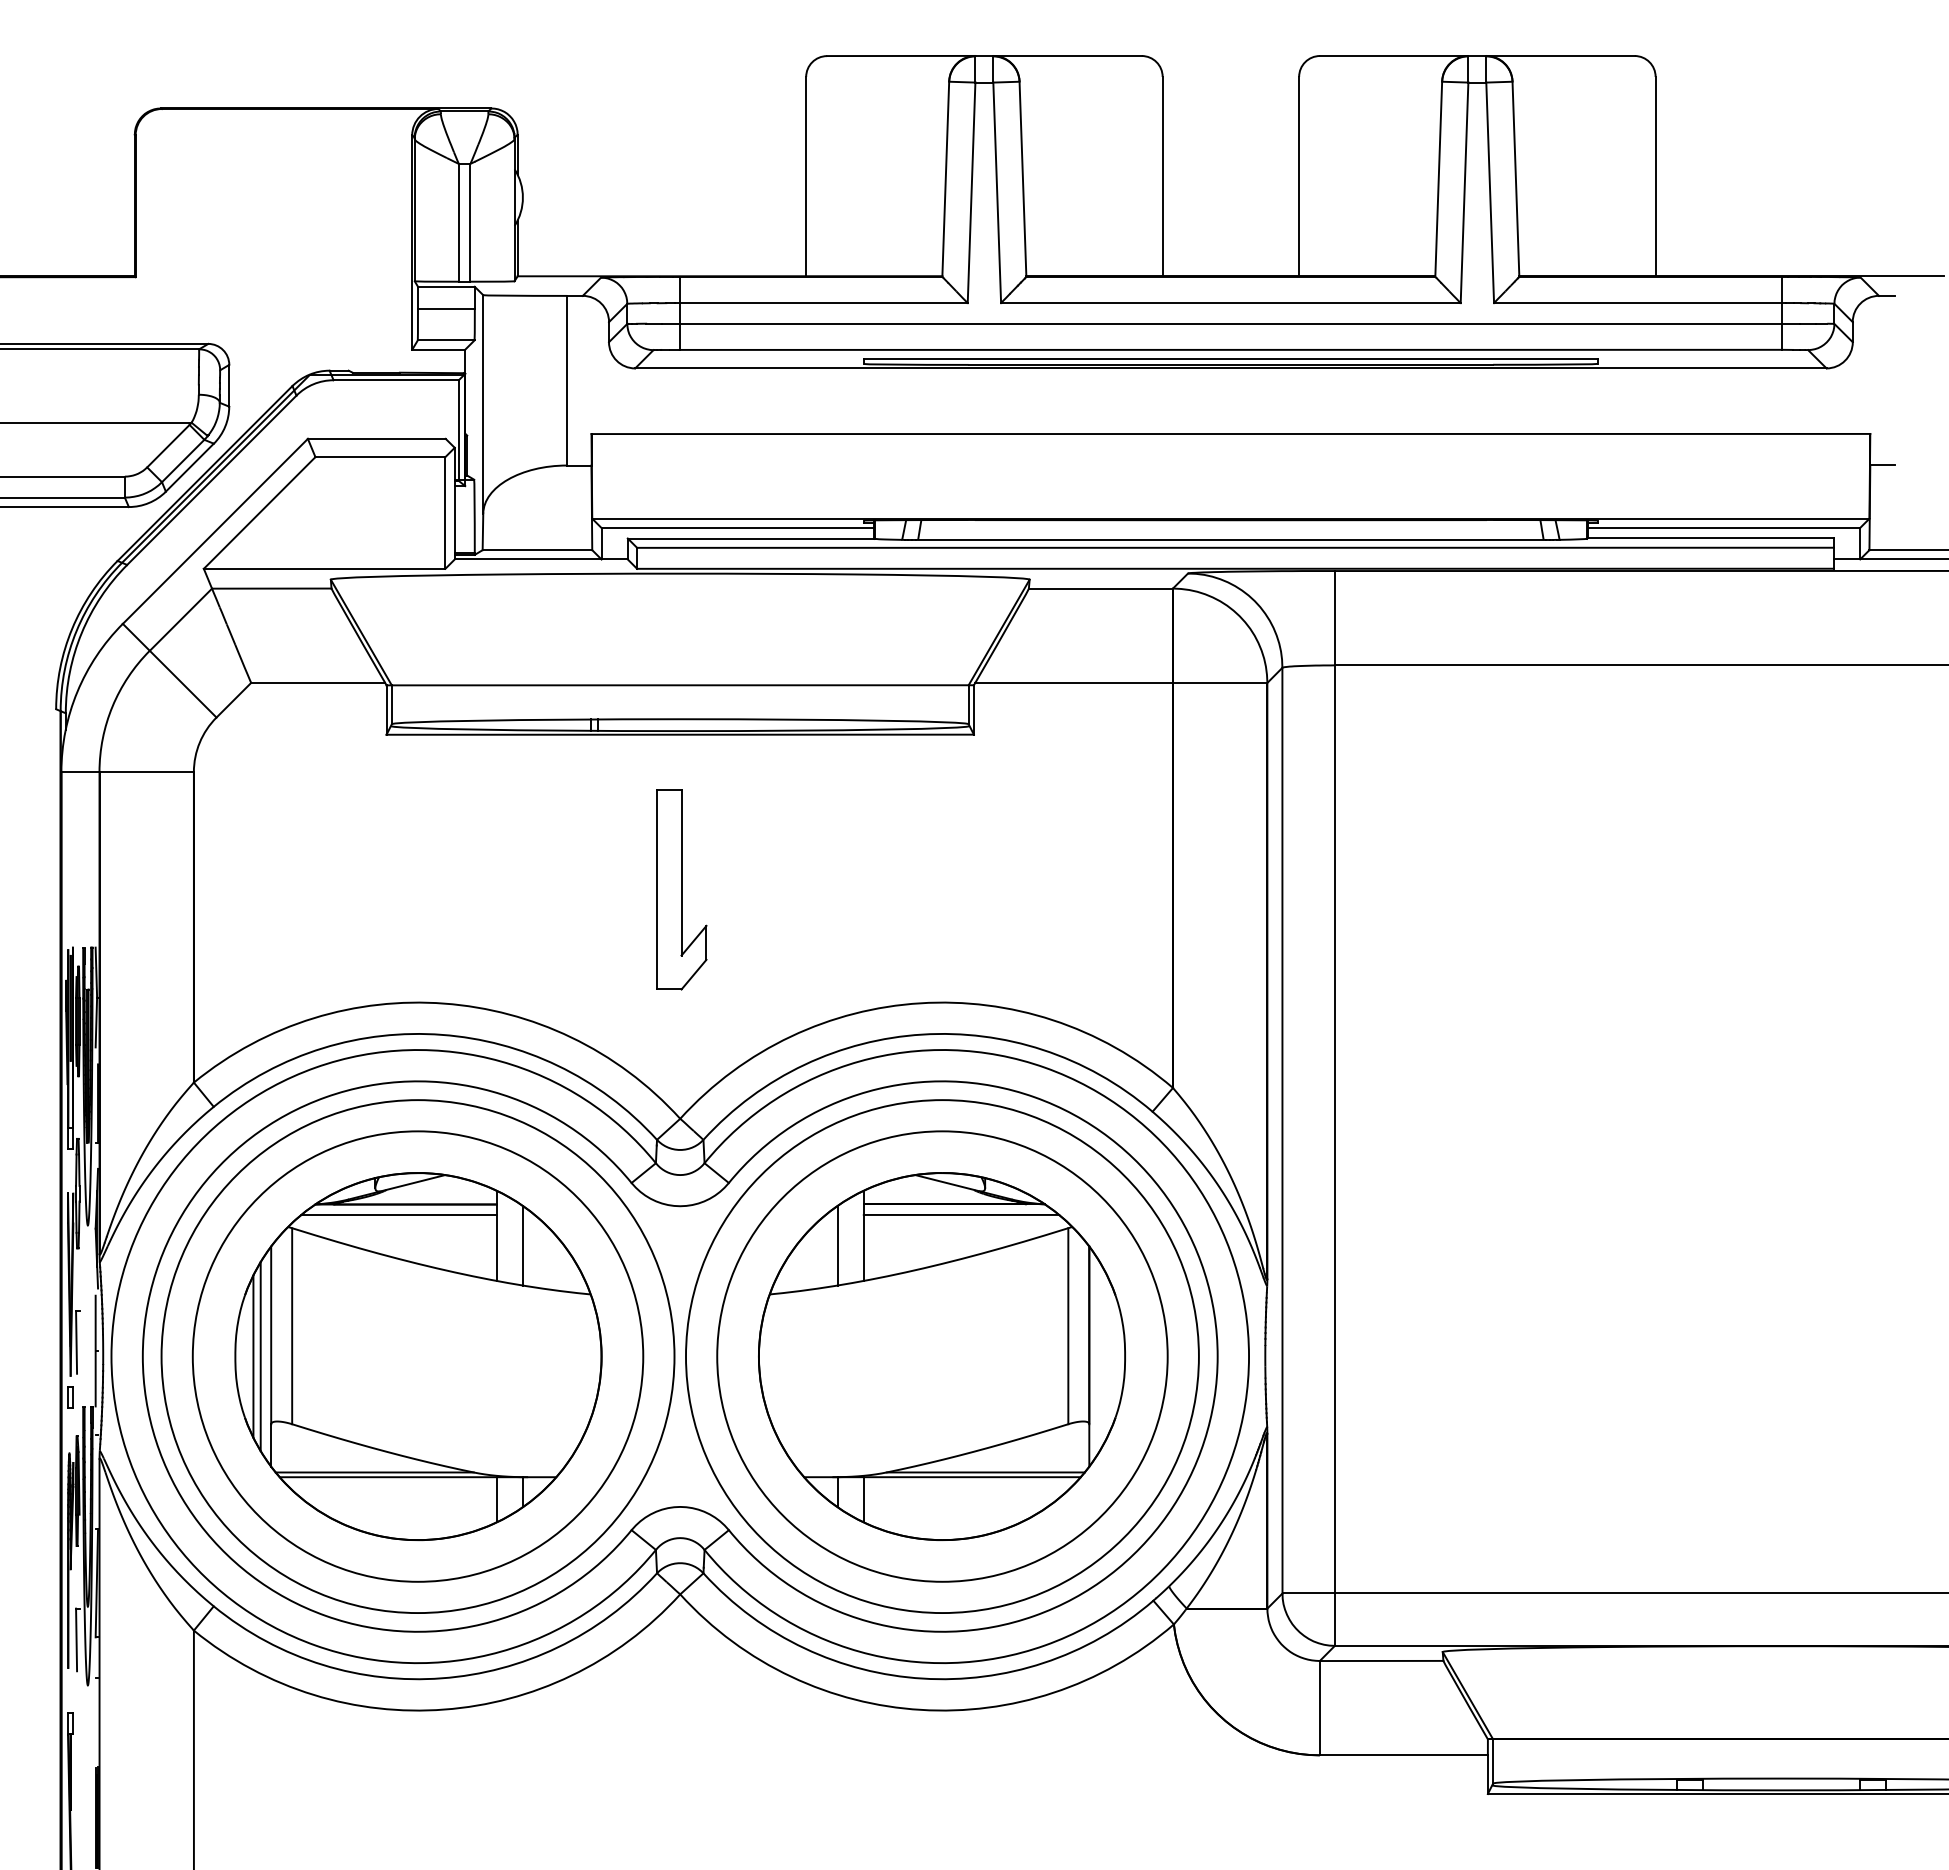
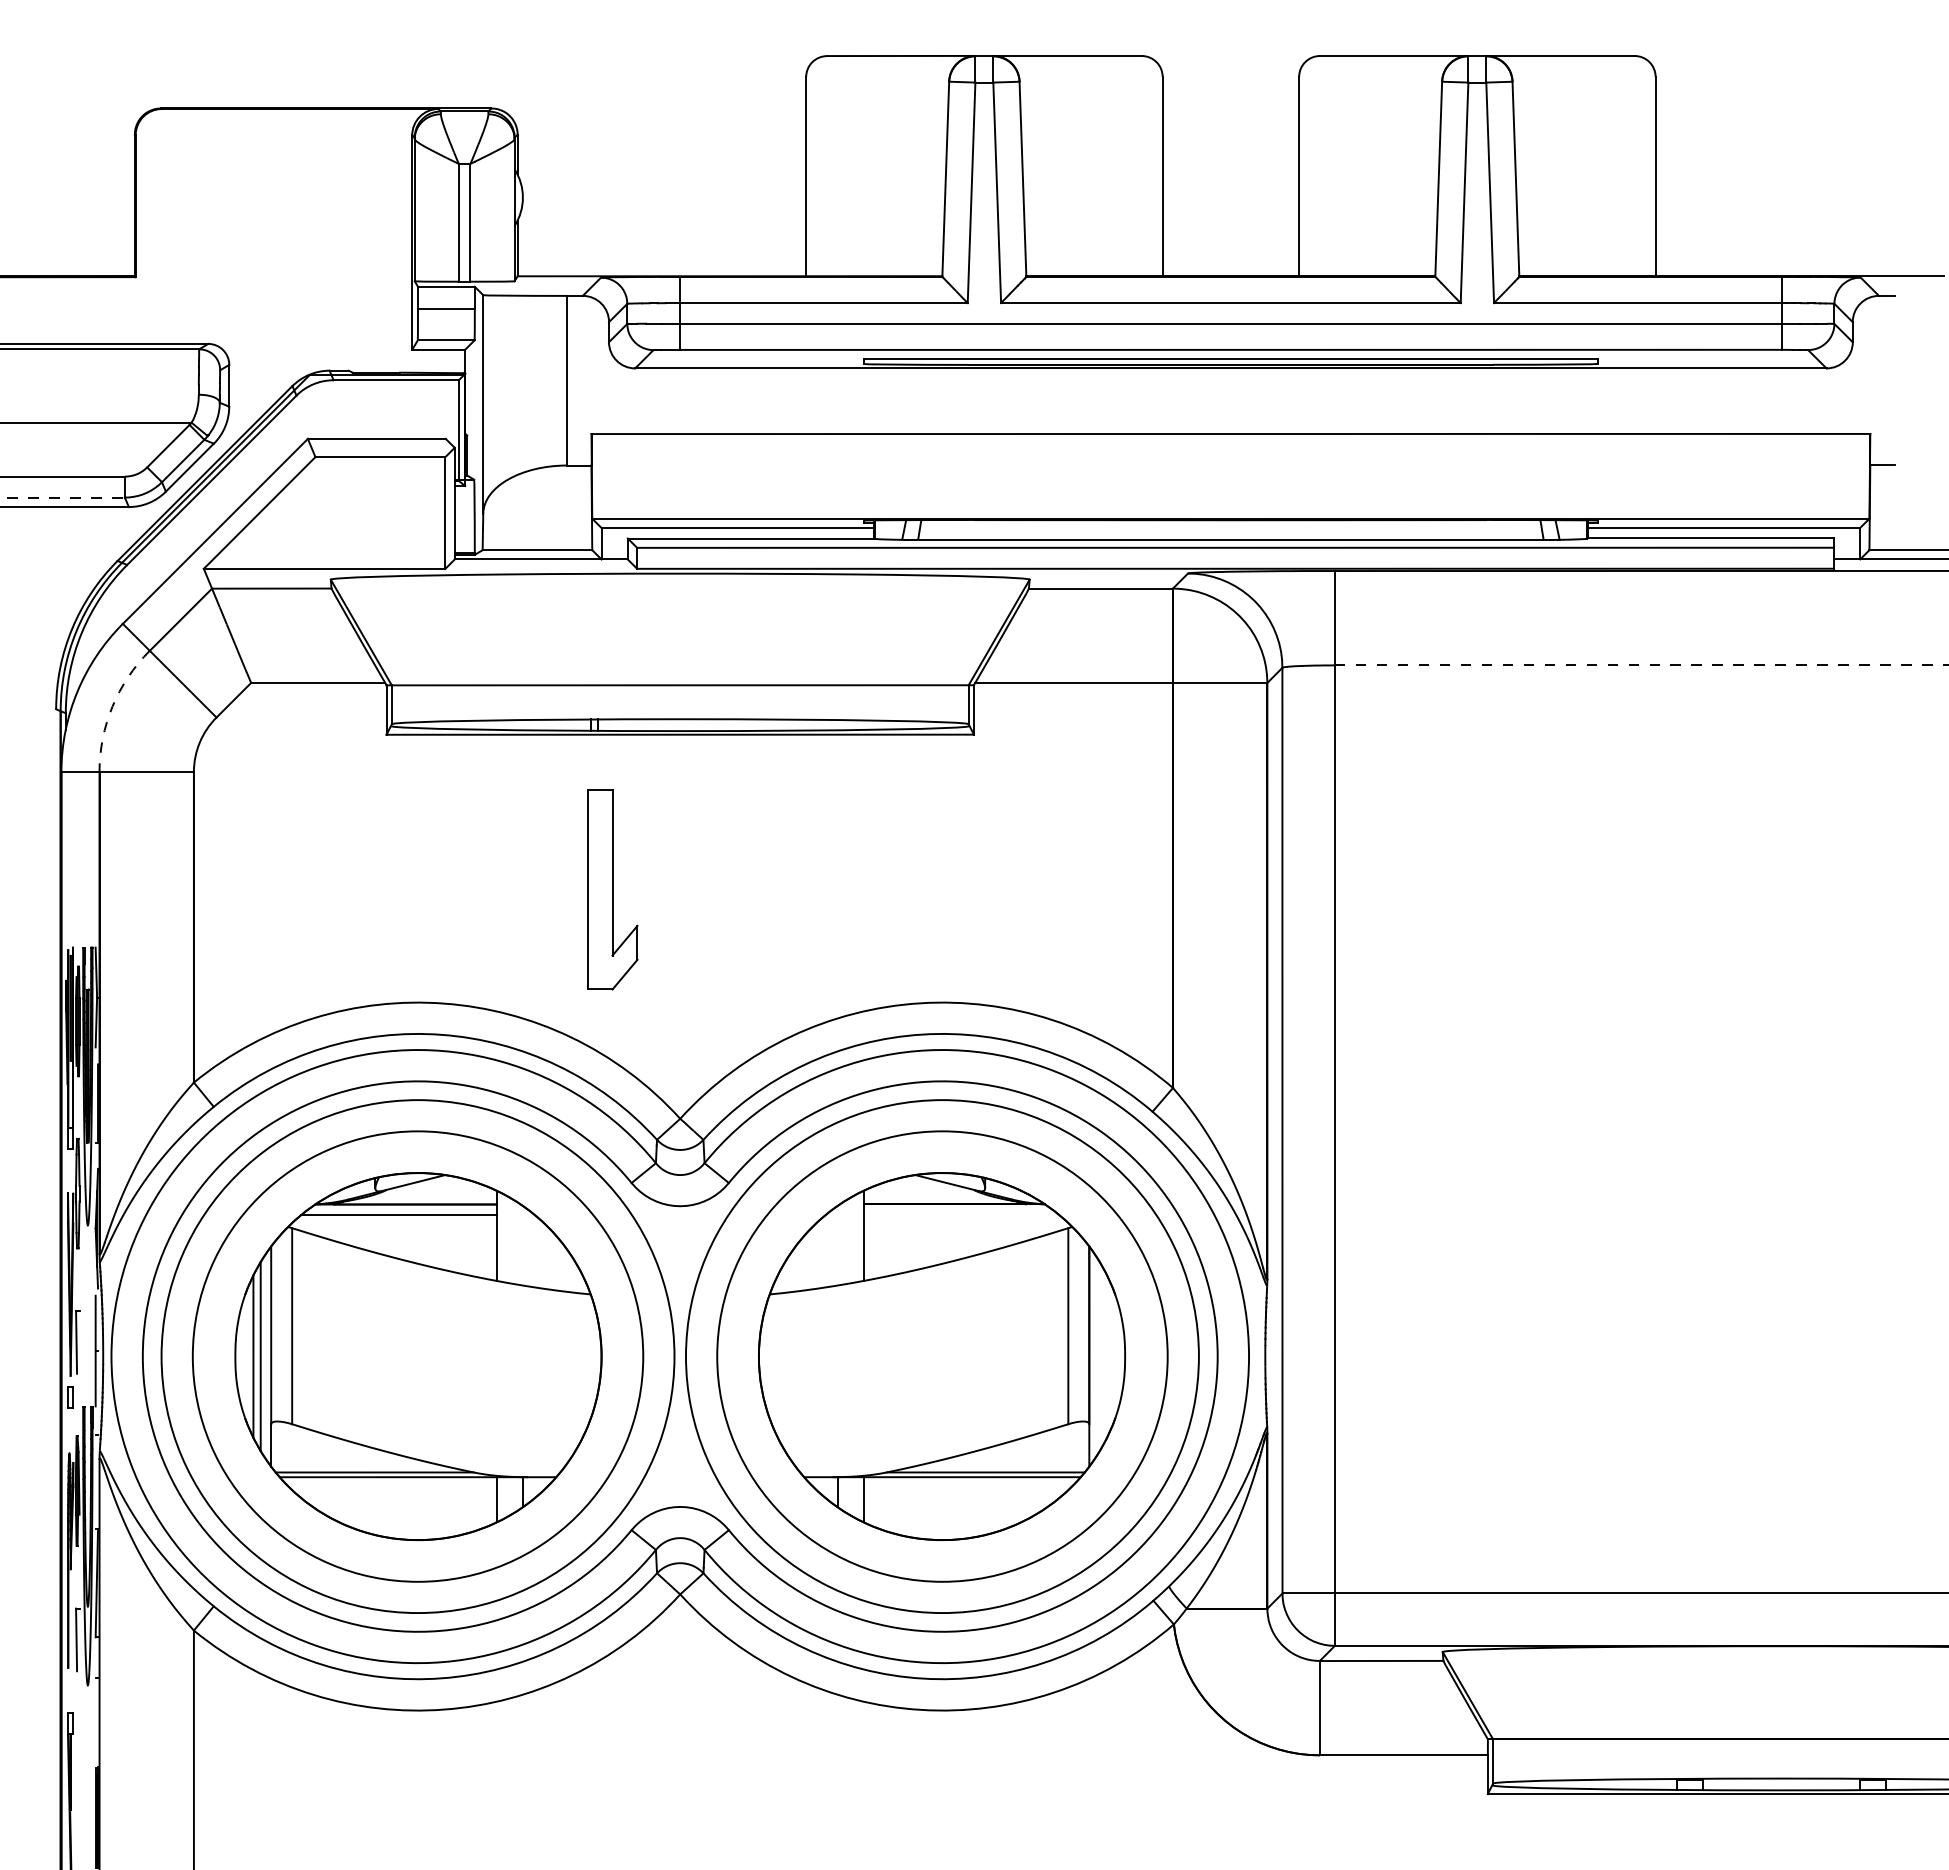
line at (62, 497): solid -> dashed
line at (1641, 665): solid -> dashed
arc at (112, 706): solid -> dashed
part at (681, 889) position: (681, 889) -> (612, 889)
line at (961, 1214): present -> none
line at (522, 1245): present -> none
line at (837, 1245): present -> none
